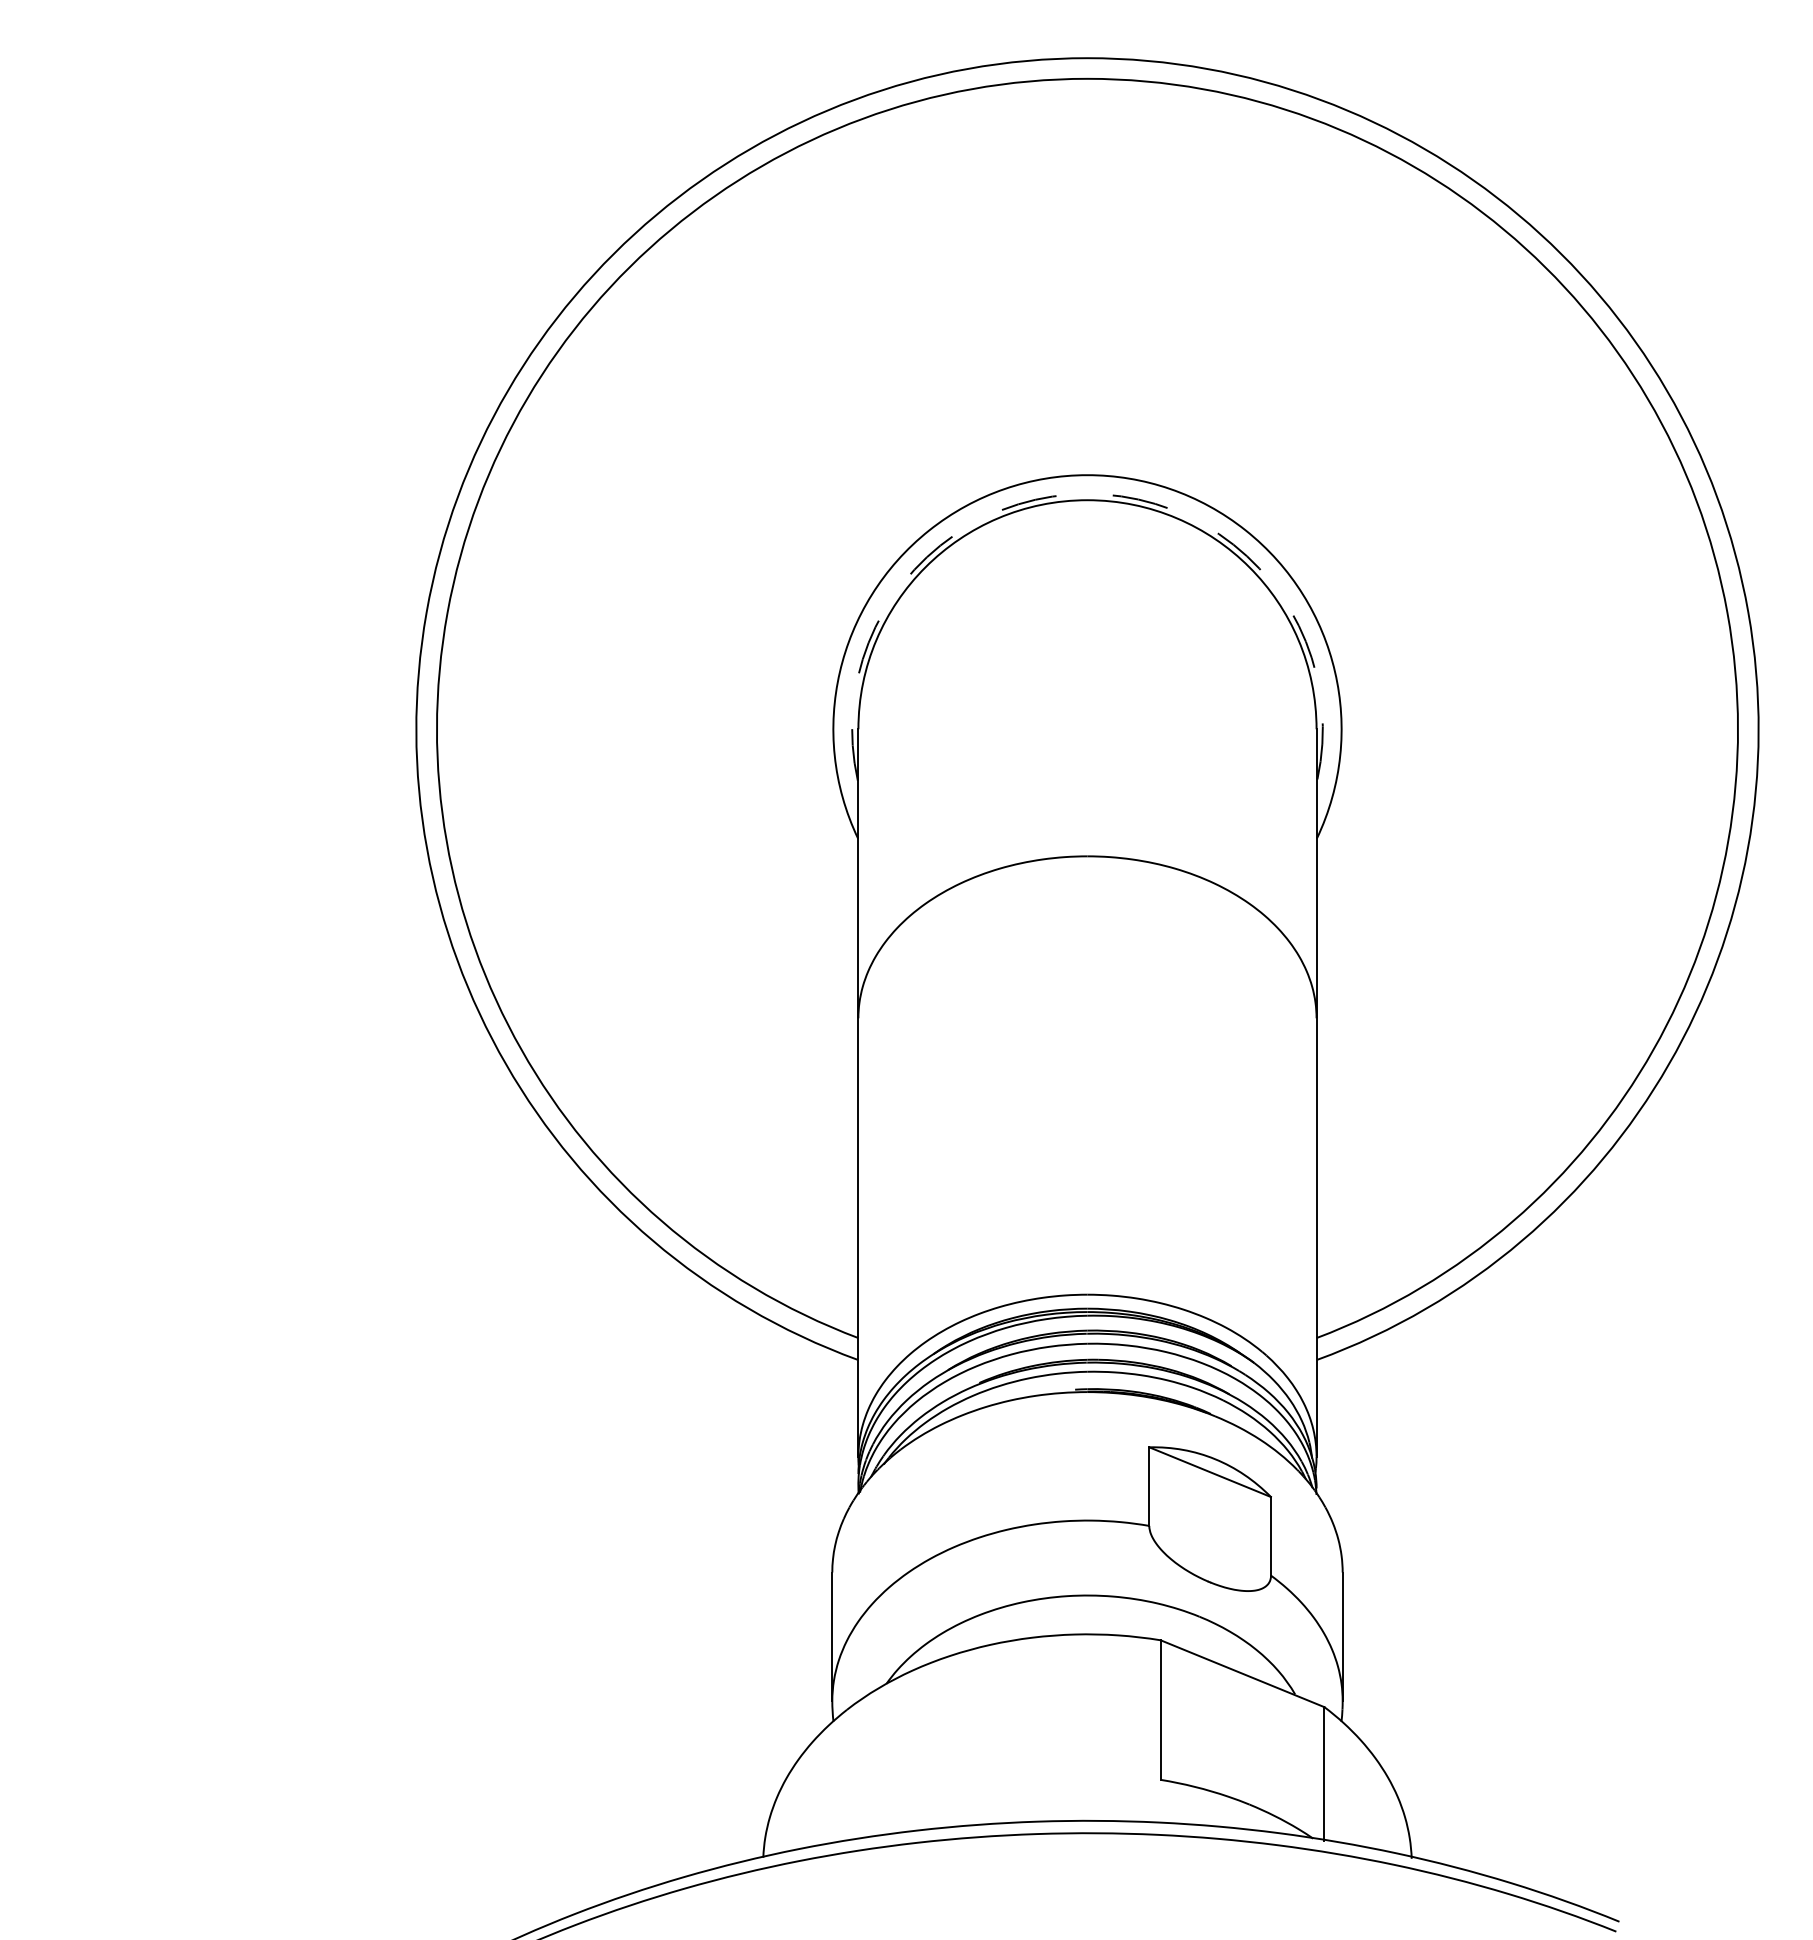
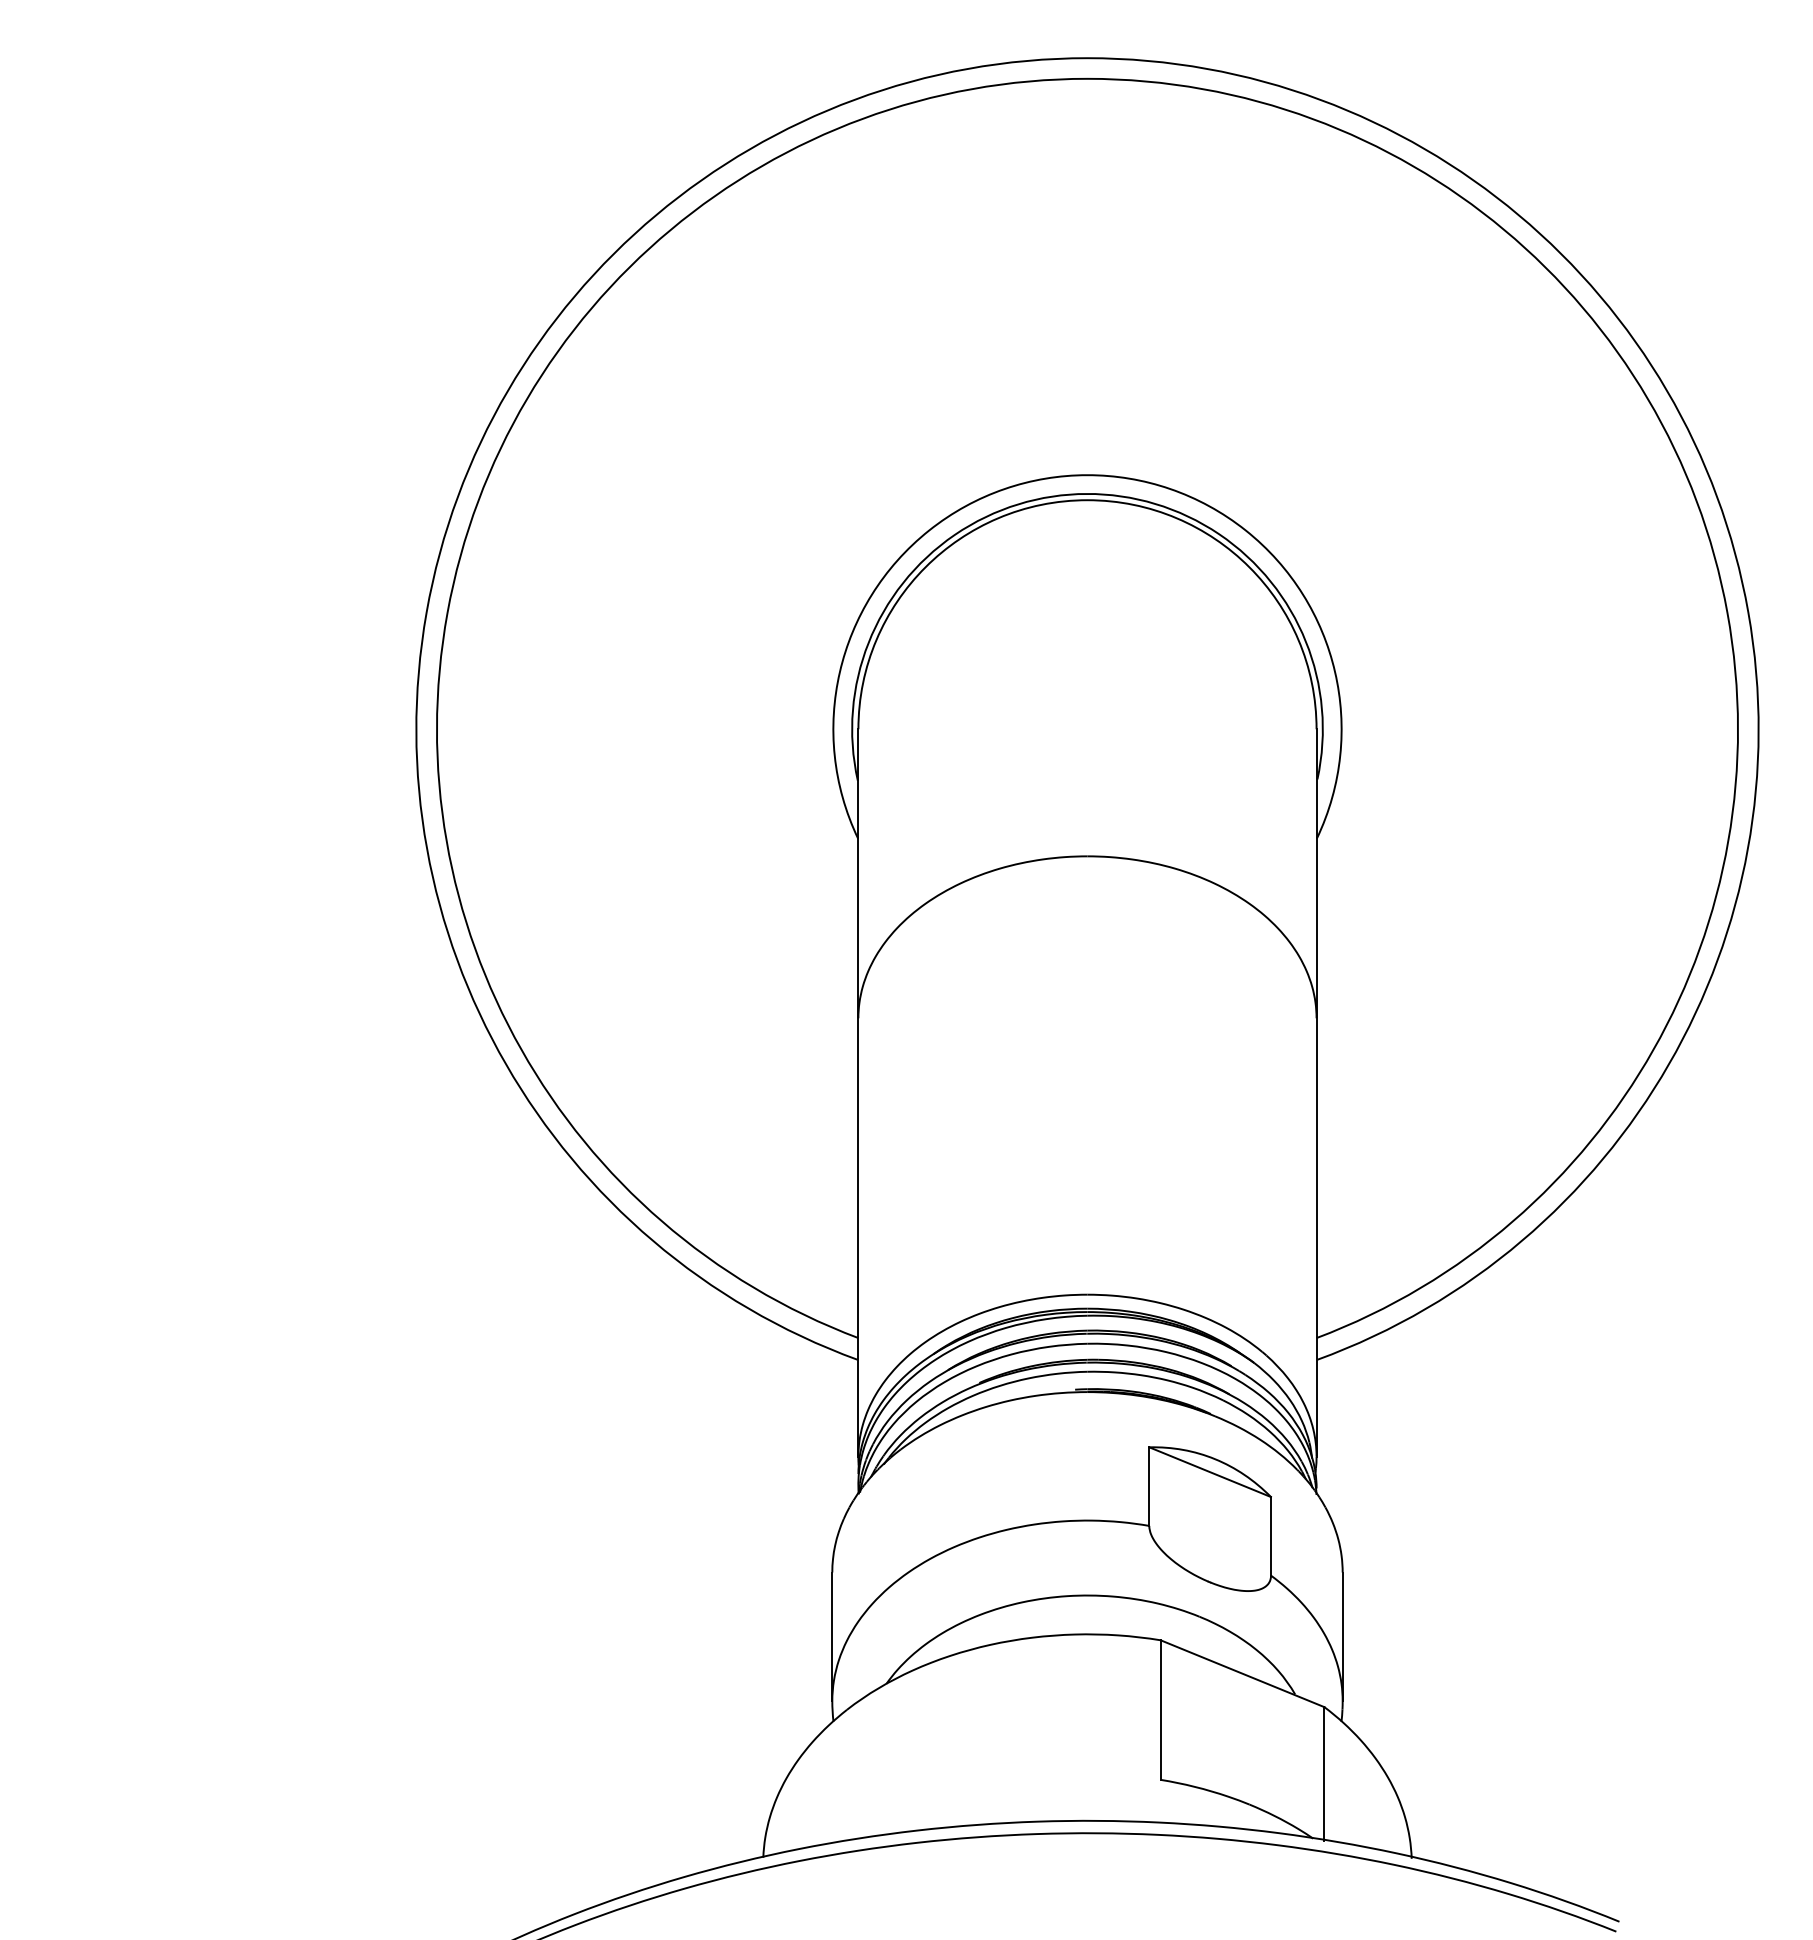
arc at (1086, 493): dashed -> solid
